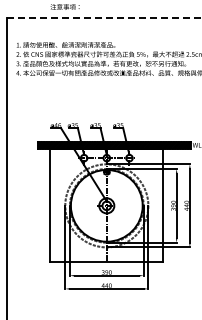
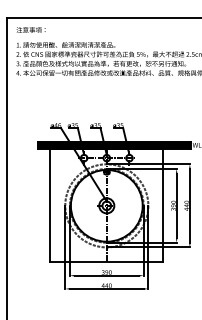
text at (64, 6) position: (64, 6) -> (30, 29)
line at (104, 18): dashed -> solid
